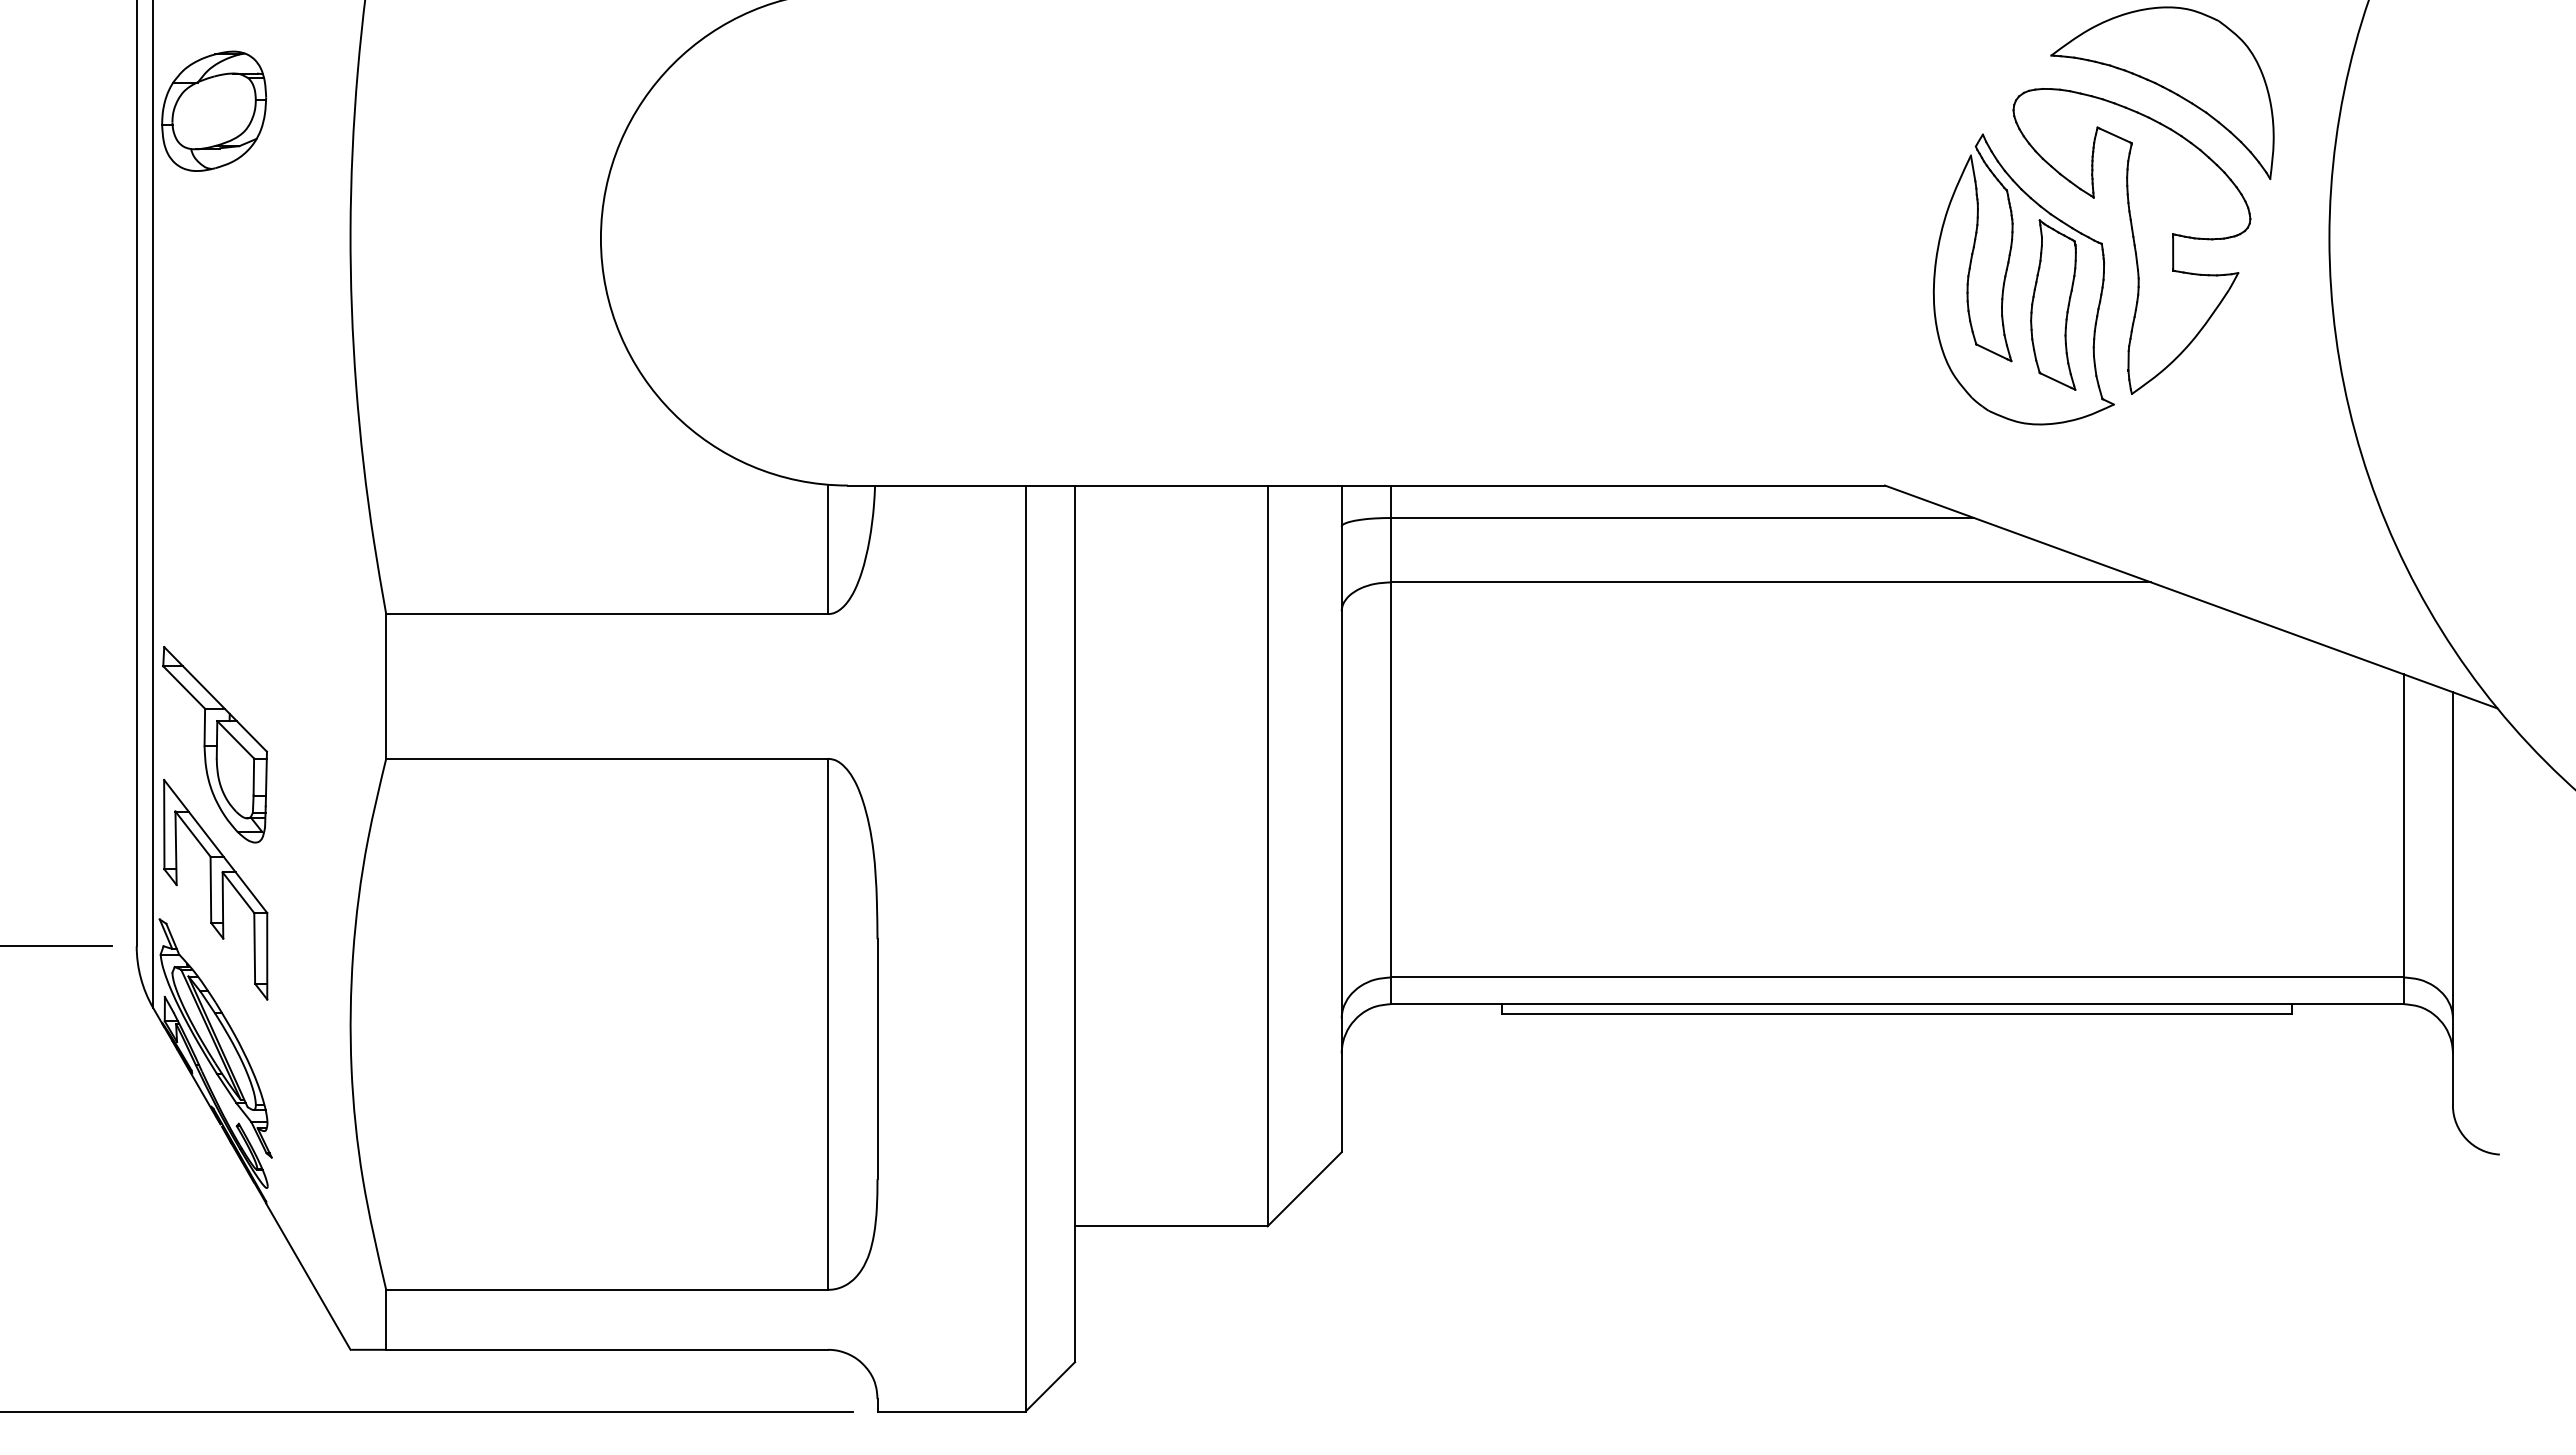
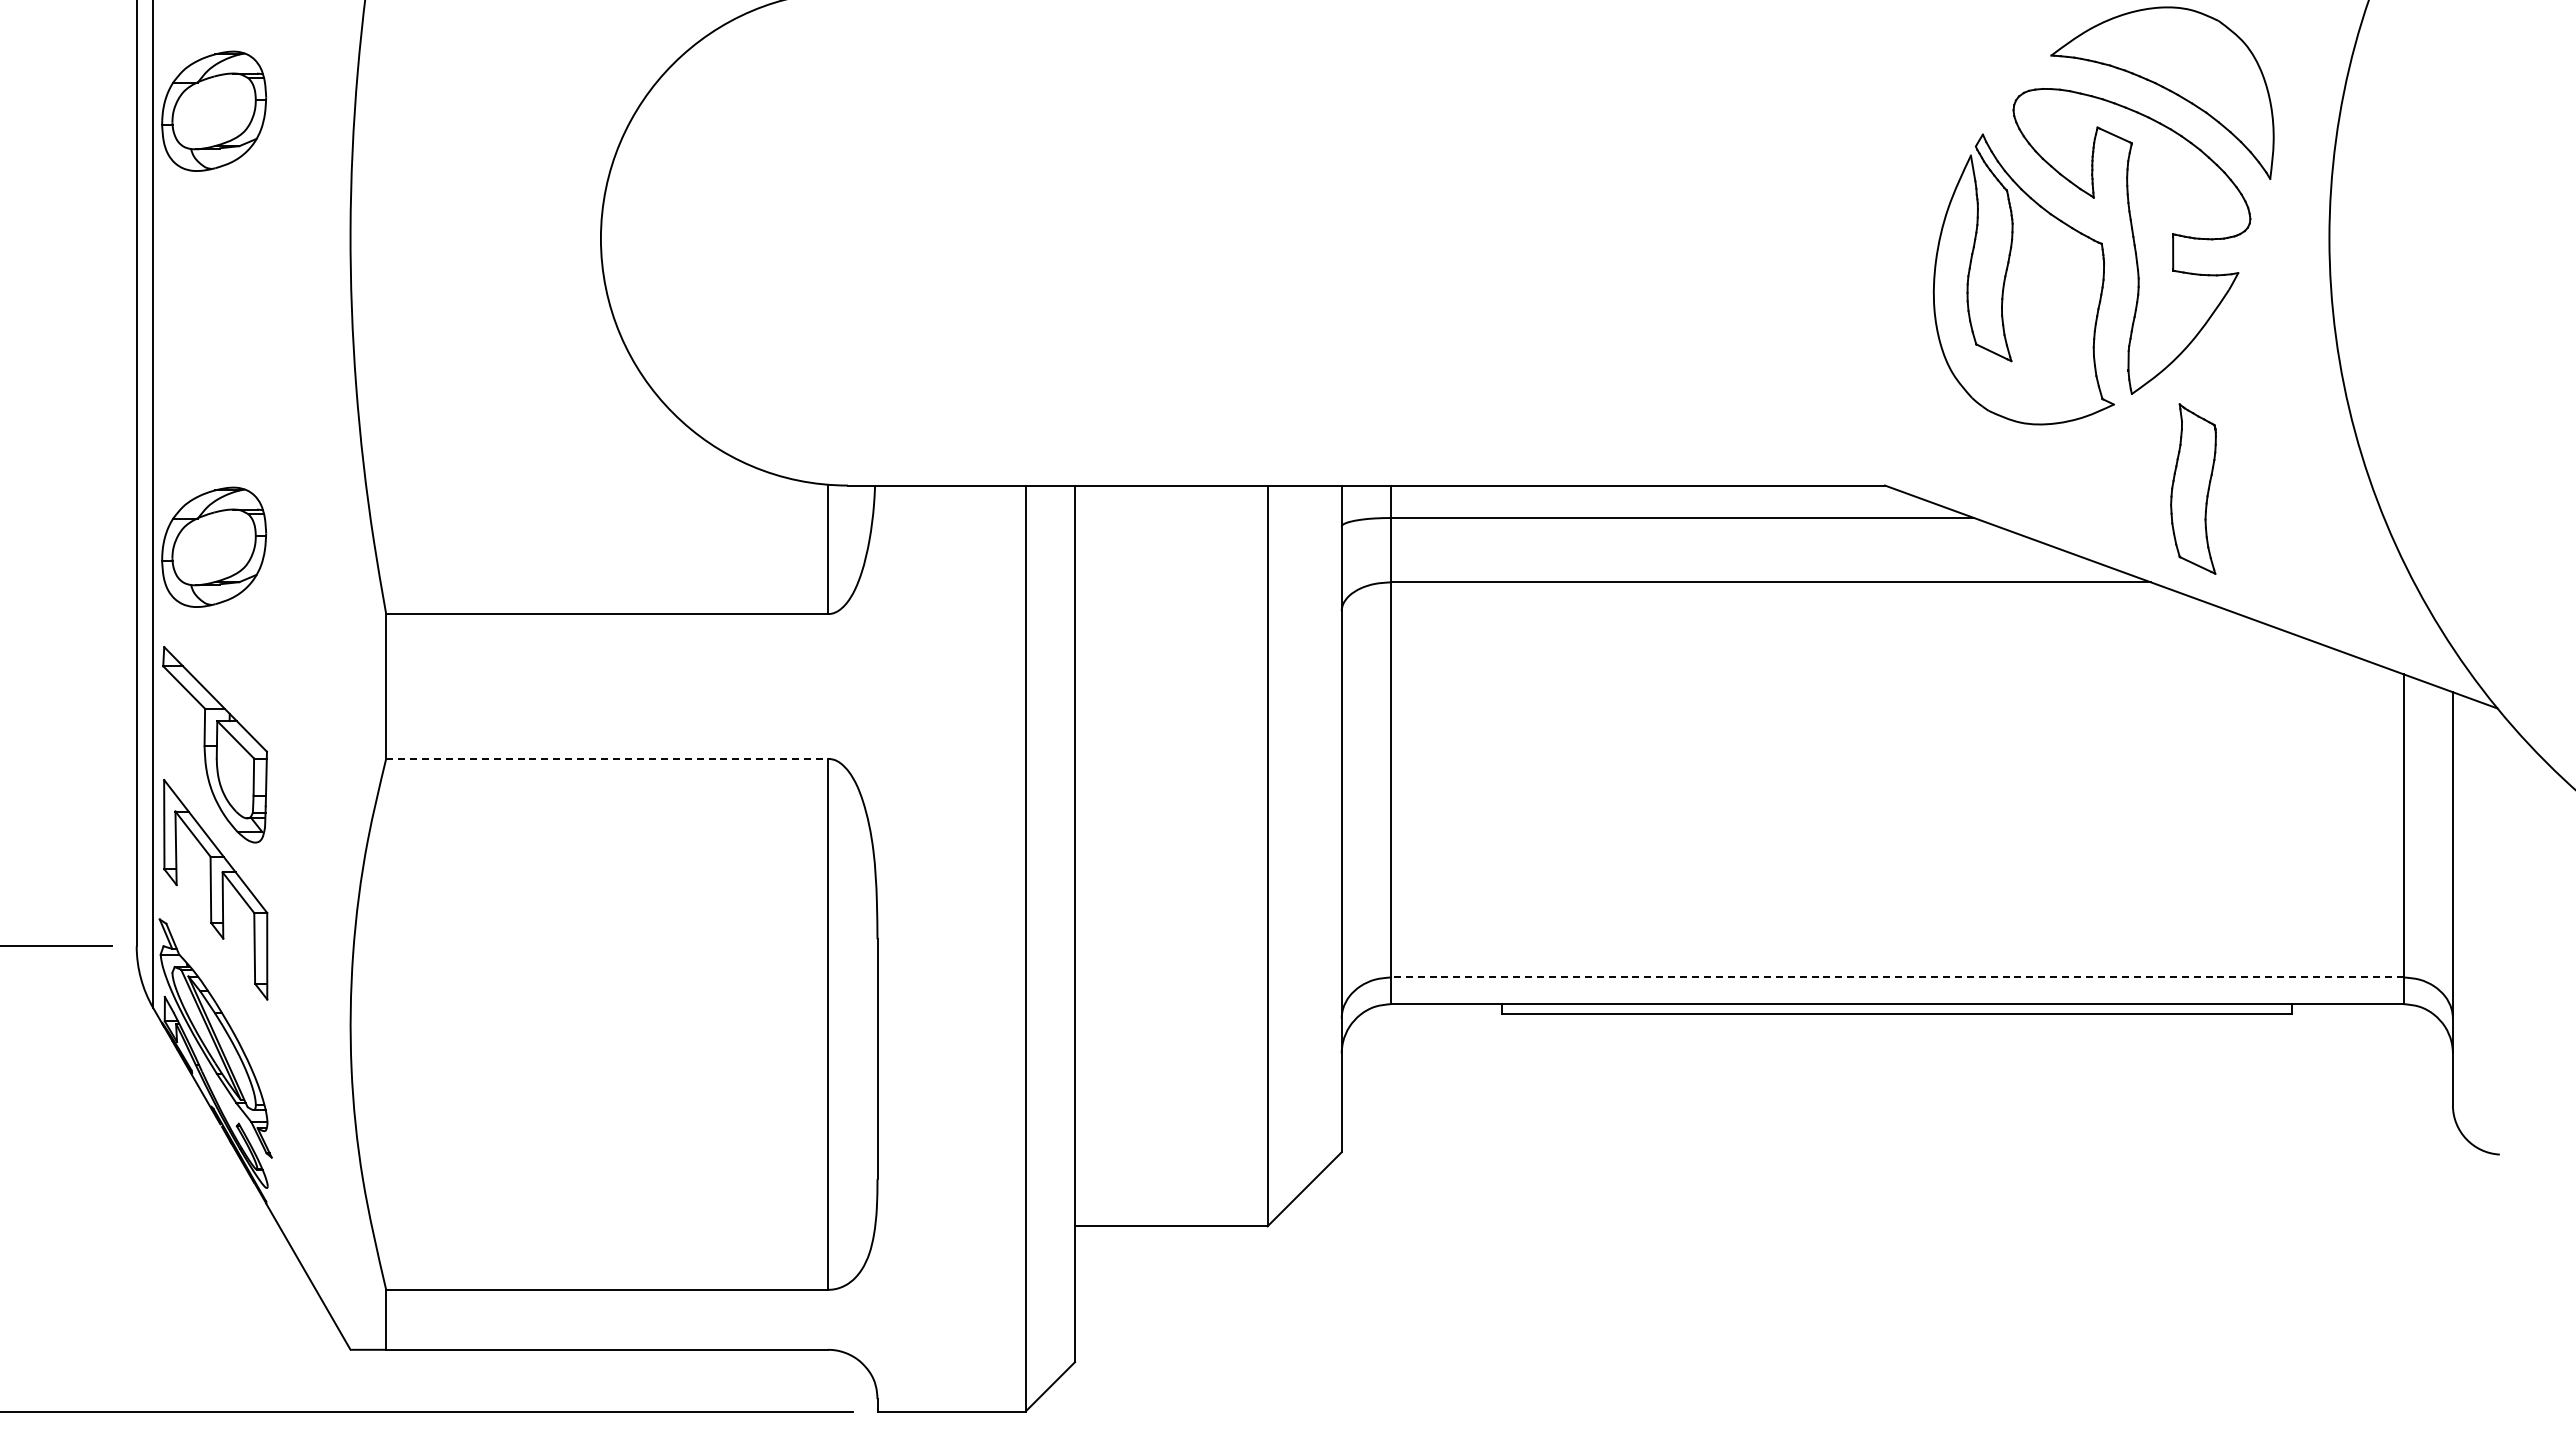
part at (2053, 304) position: (2053, 304) -> (2193, 488)
part at (214, 546): none -> present
line at (607, 758): solid -> dashed
line at (1896, 977): solid -> dashed
